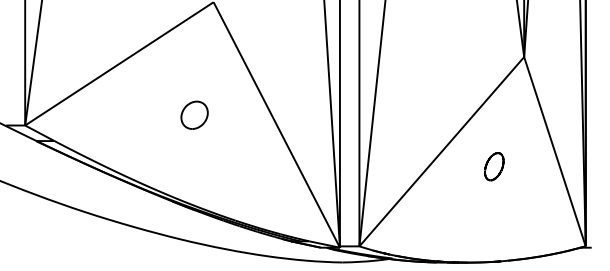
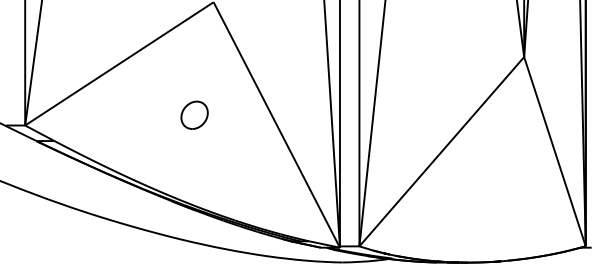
part at (494, 166): present -> none
